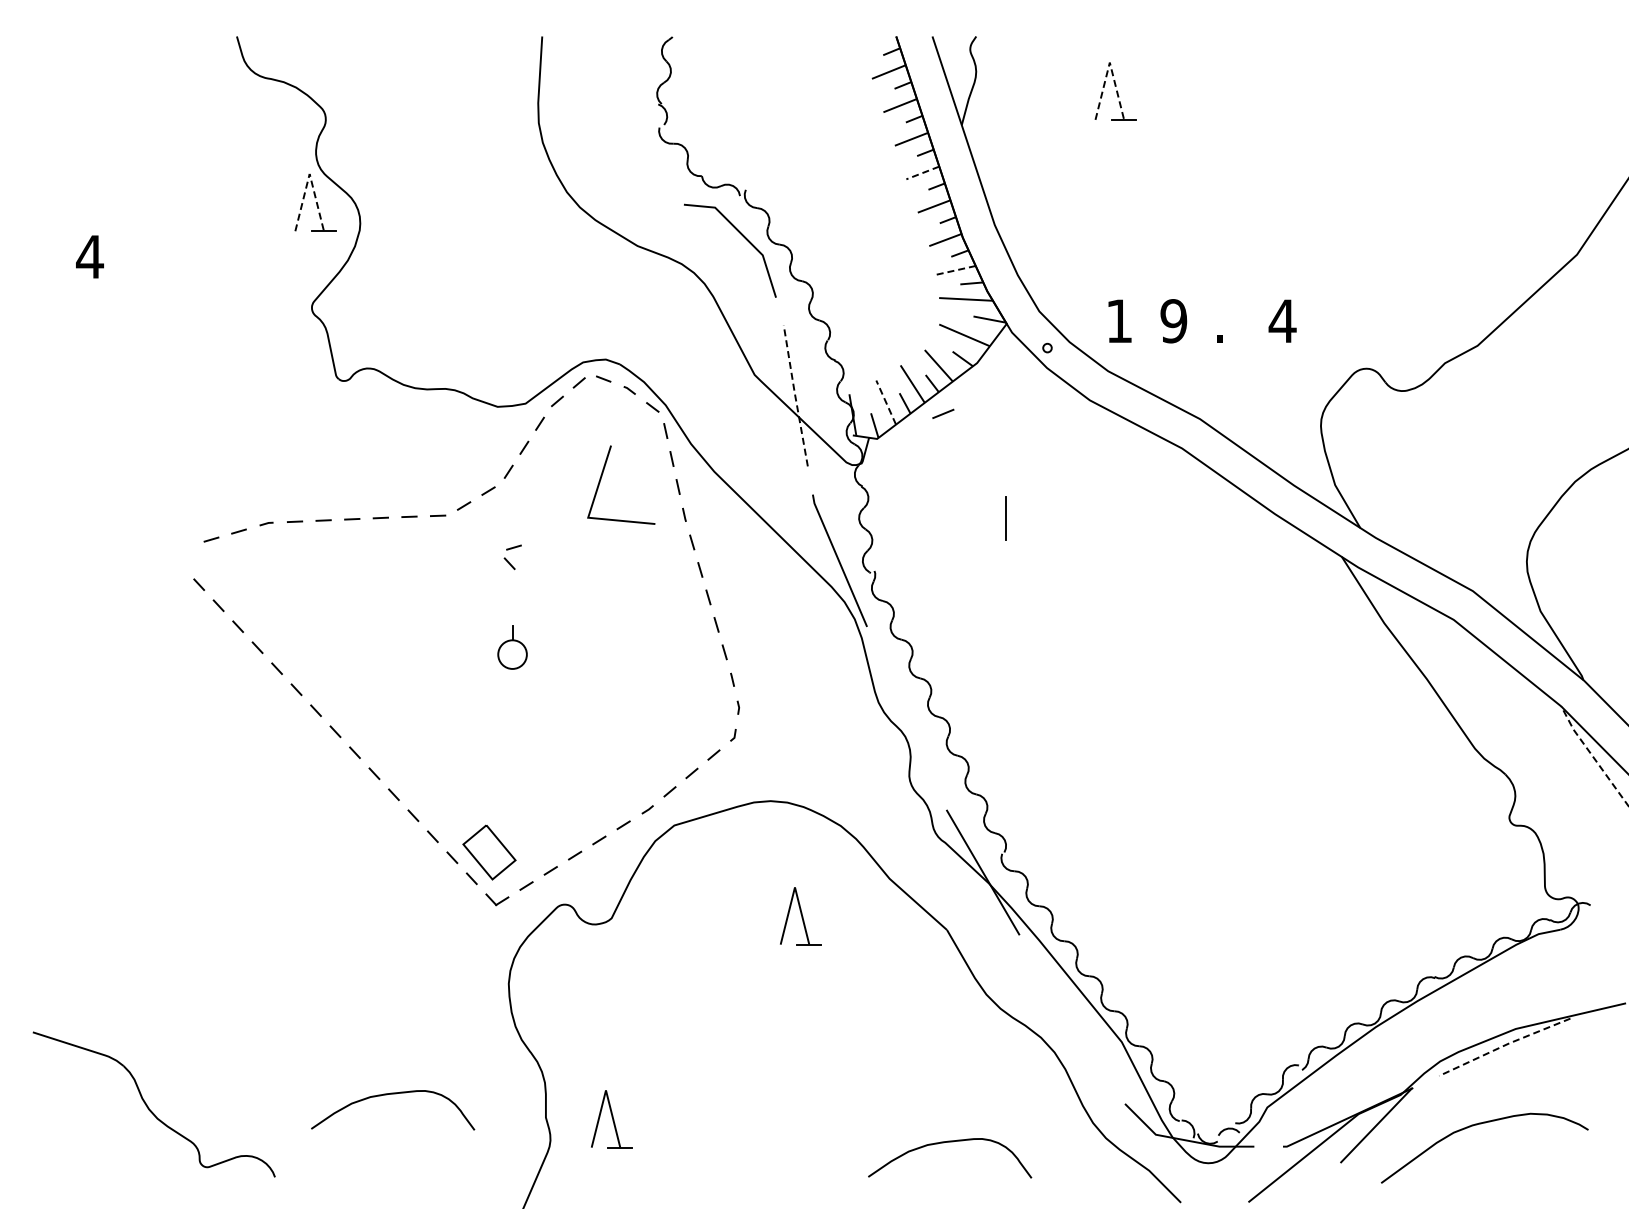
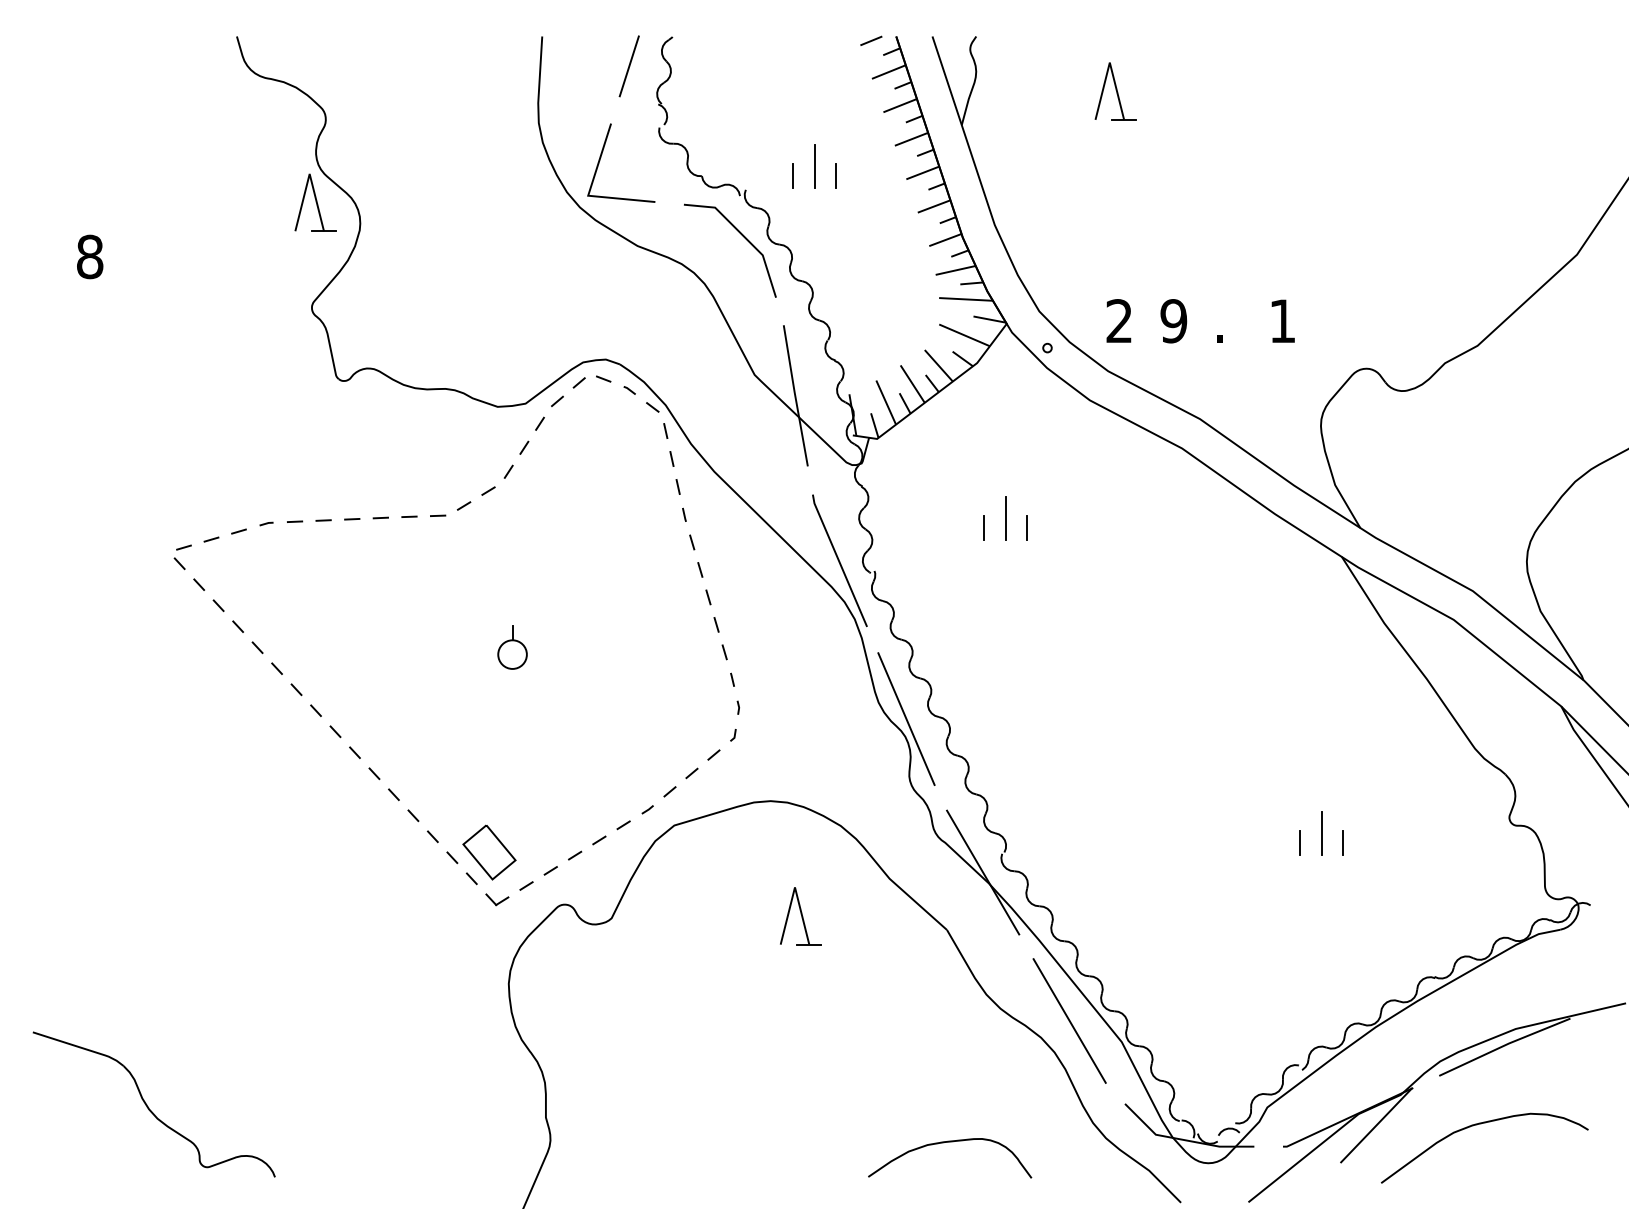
line at (1109, 62): dashed -> solid
line at (628, 66): none -> present
line at (814, 166): none -> present
line at (922, 172): dashed -> solid
line at (309, 173): dashed -> solid
line at (793, 176): none -> present
line at (836, 176): none -> present
text at (89, 256): 4 -> 8
line at (955, 270): dashed -> solid
text at (1118, 320): 1 -> 2
text at (1282, 320): 4 -> 1
line at (795, 395): dashed -> solid
line at (885, 402): dashed -> solid
line at (943, 413) position: (943, 413) -> (871, 40)
line at (602, 476) position: (602, 476) -> (602, 154)
line at (984, 527): none -> present
line at (1027, 527): none -> present
part at (512, 557) position: (512, 557) -> (182, 557)
line at (906, 718): none -> present
line at (1592, 756): dashed -> solid
line at (1321, 832): none -> present
line at (1300, 842): none -> present
line at (1343, 842): none -> present
line at (1069, 1020): none -> present
line at (1504, 1045): dashed -> solid
curve at (393, 1094): present -> none
part at (611, 1119): present -> none
